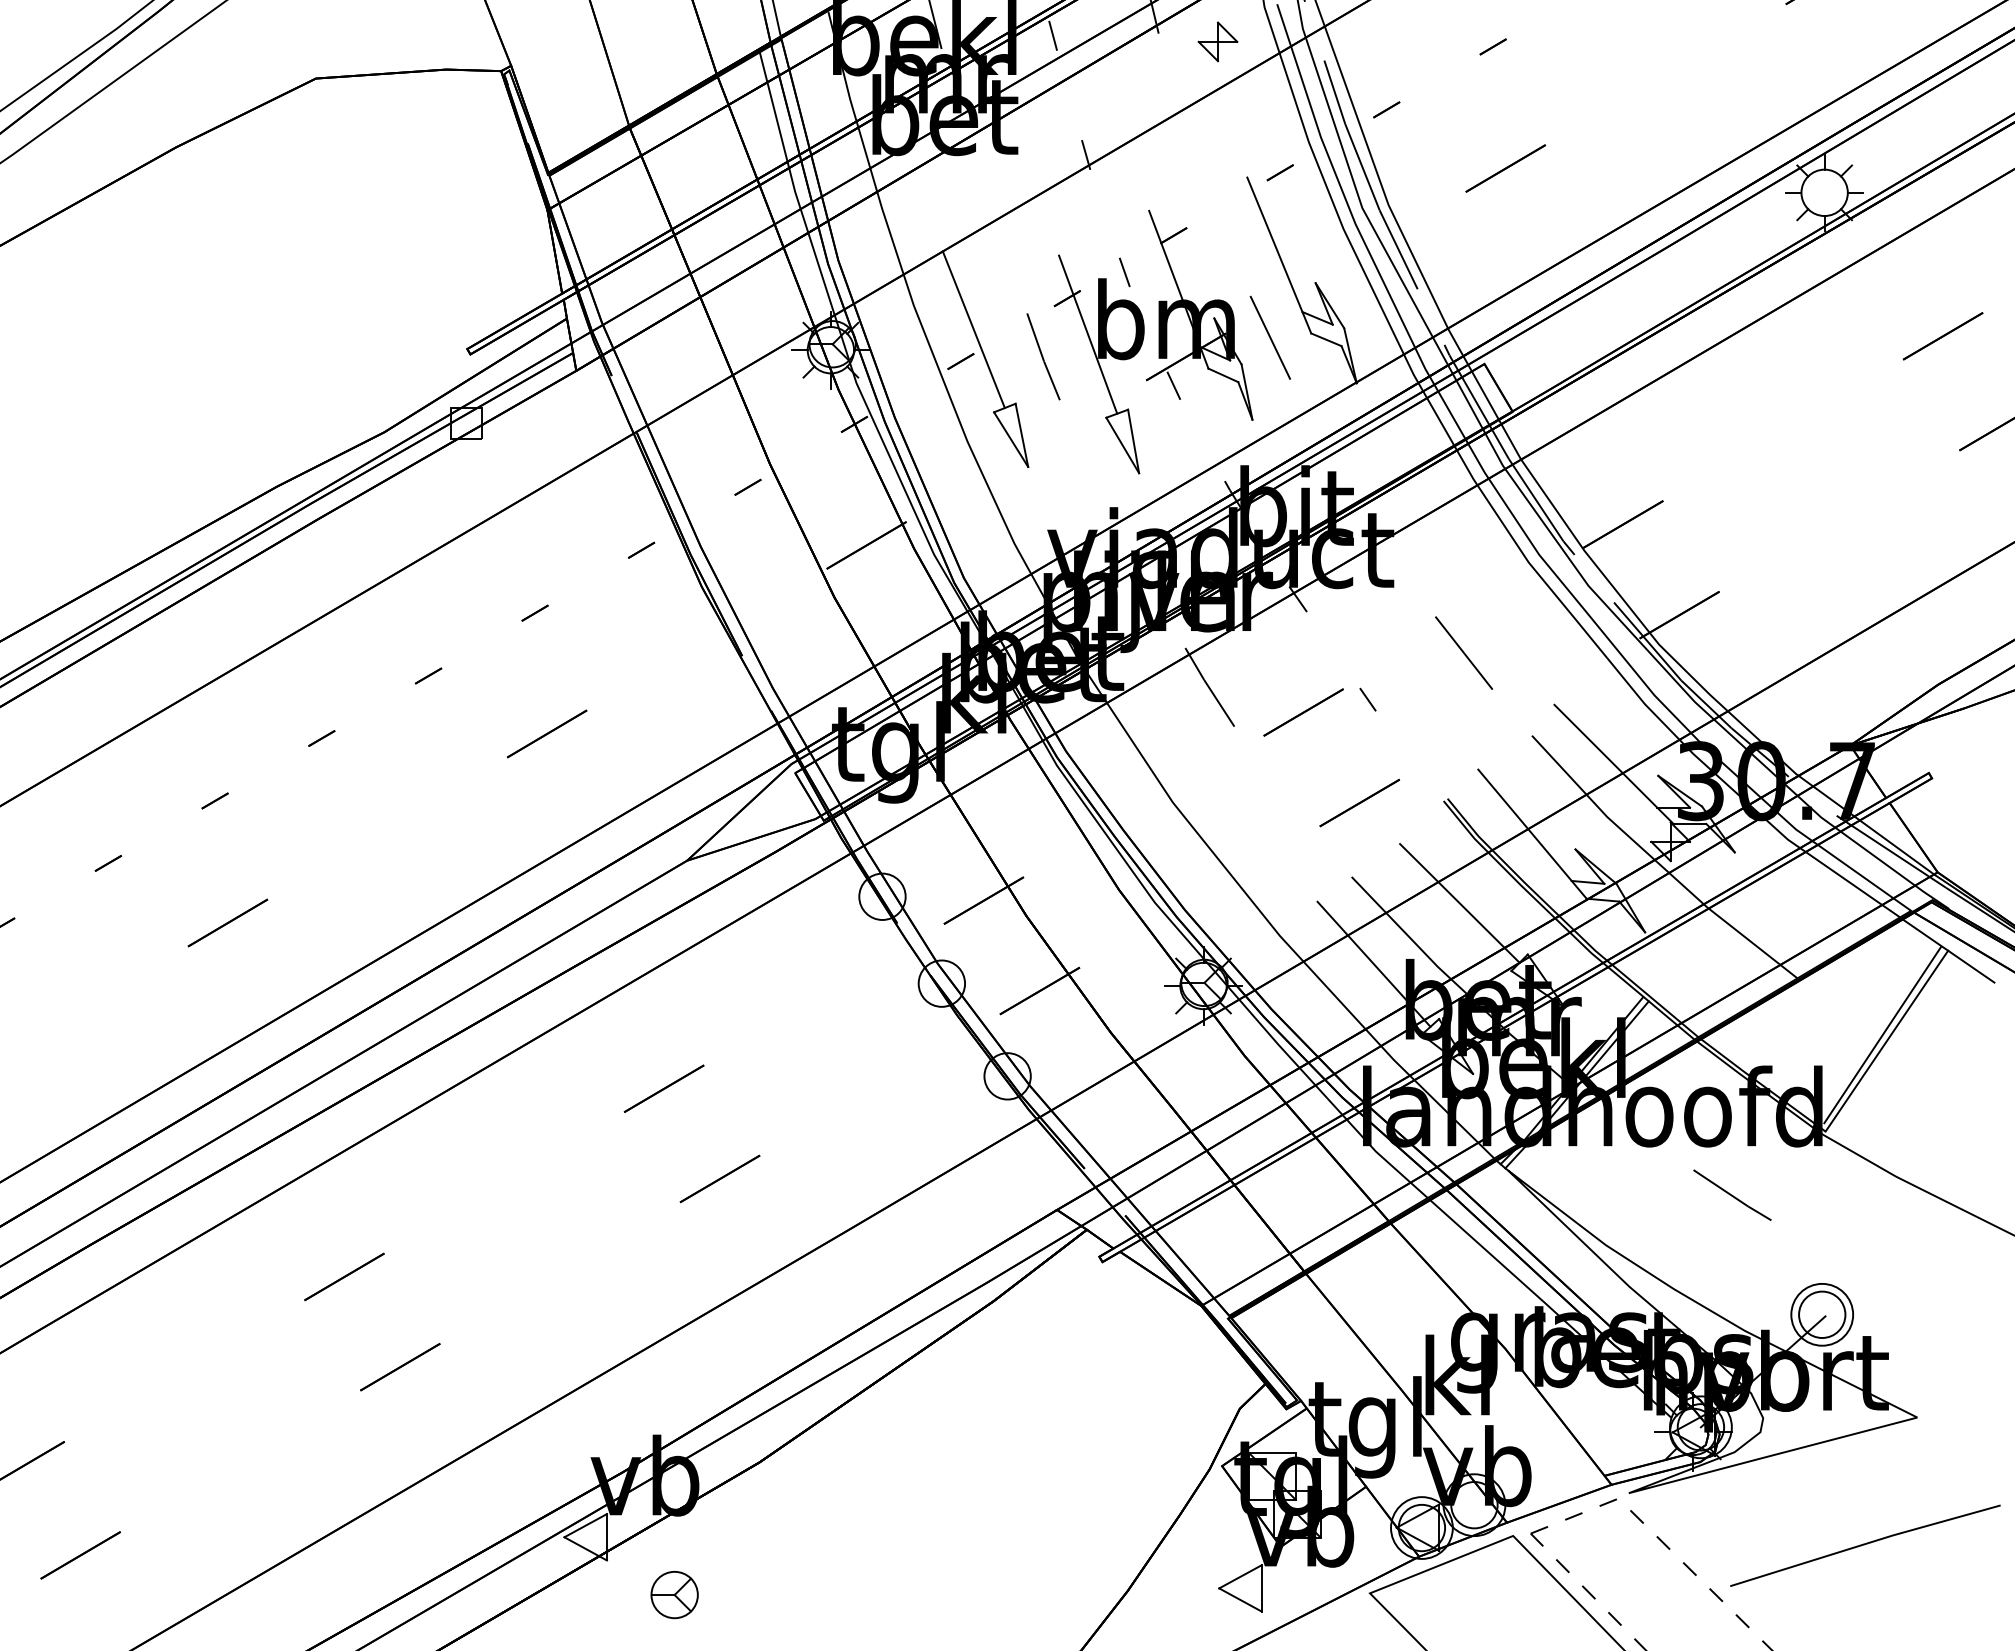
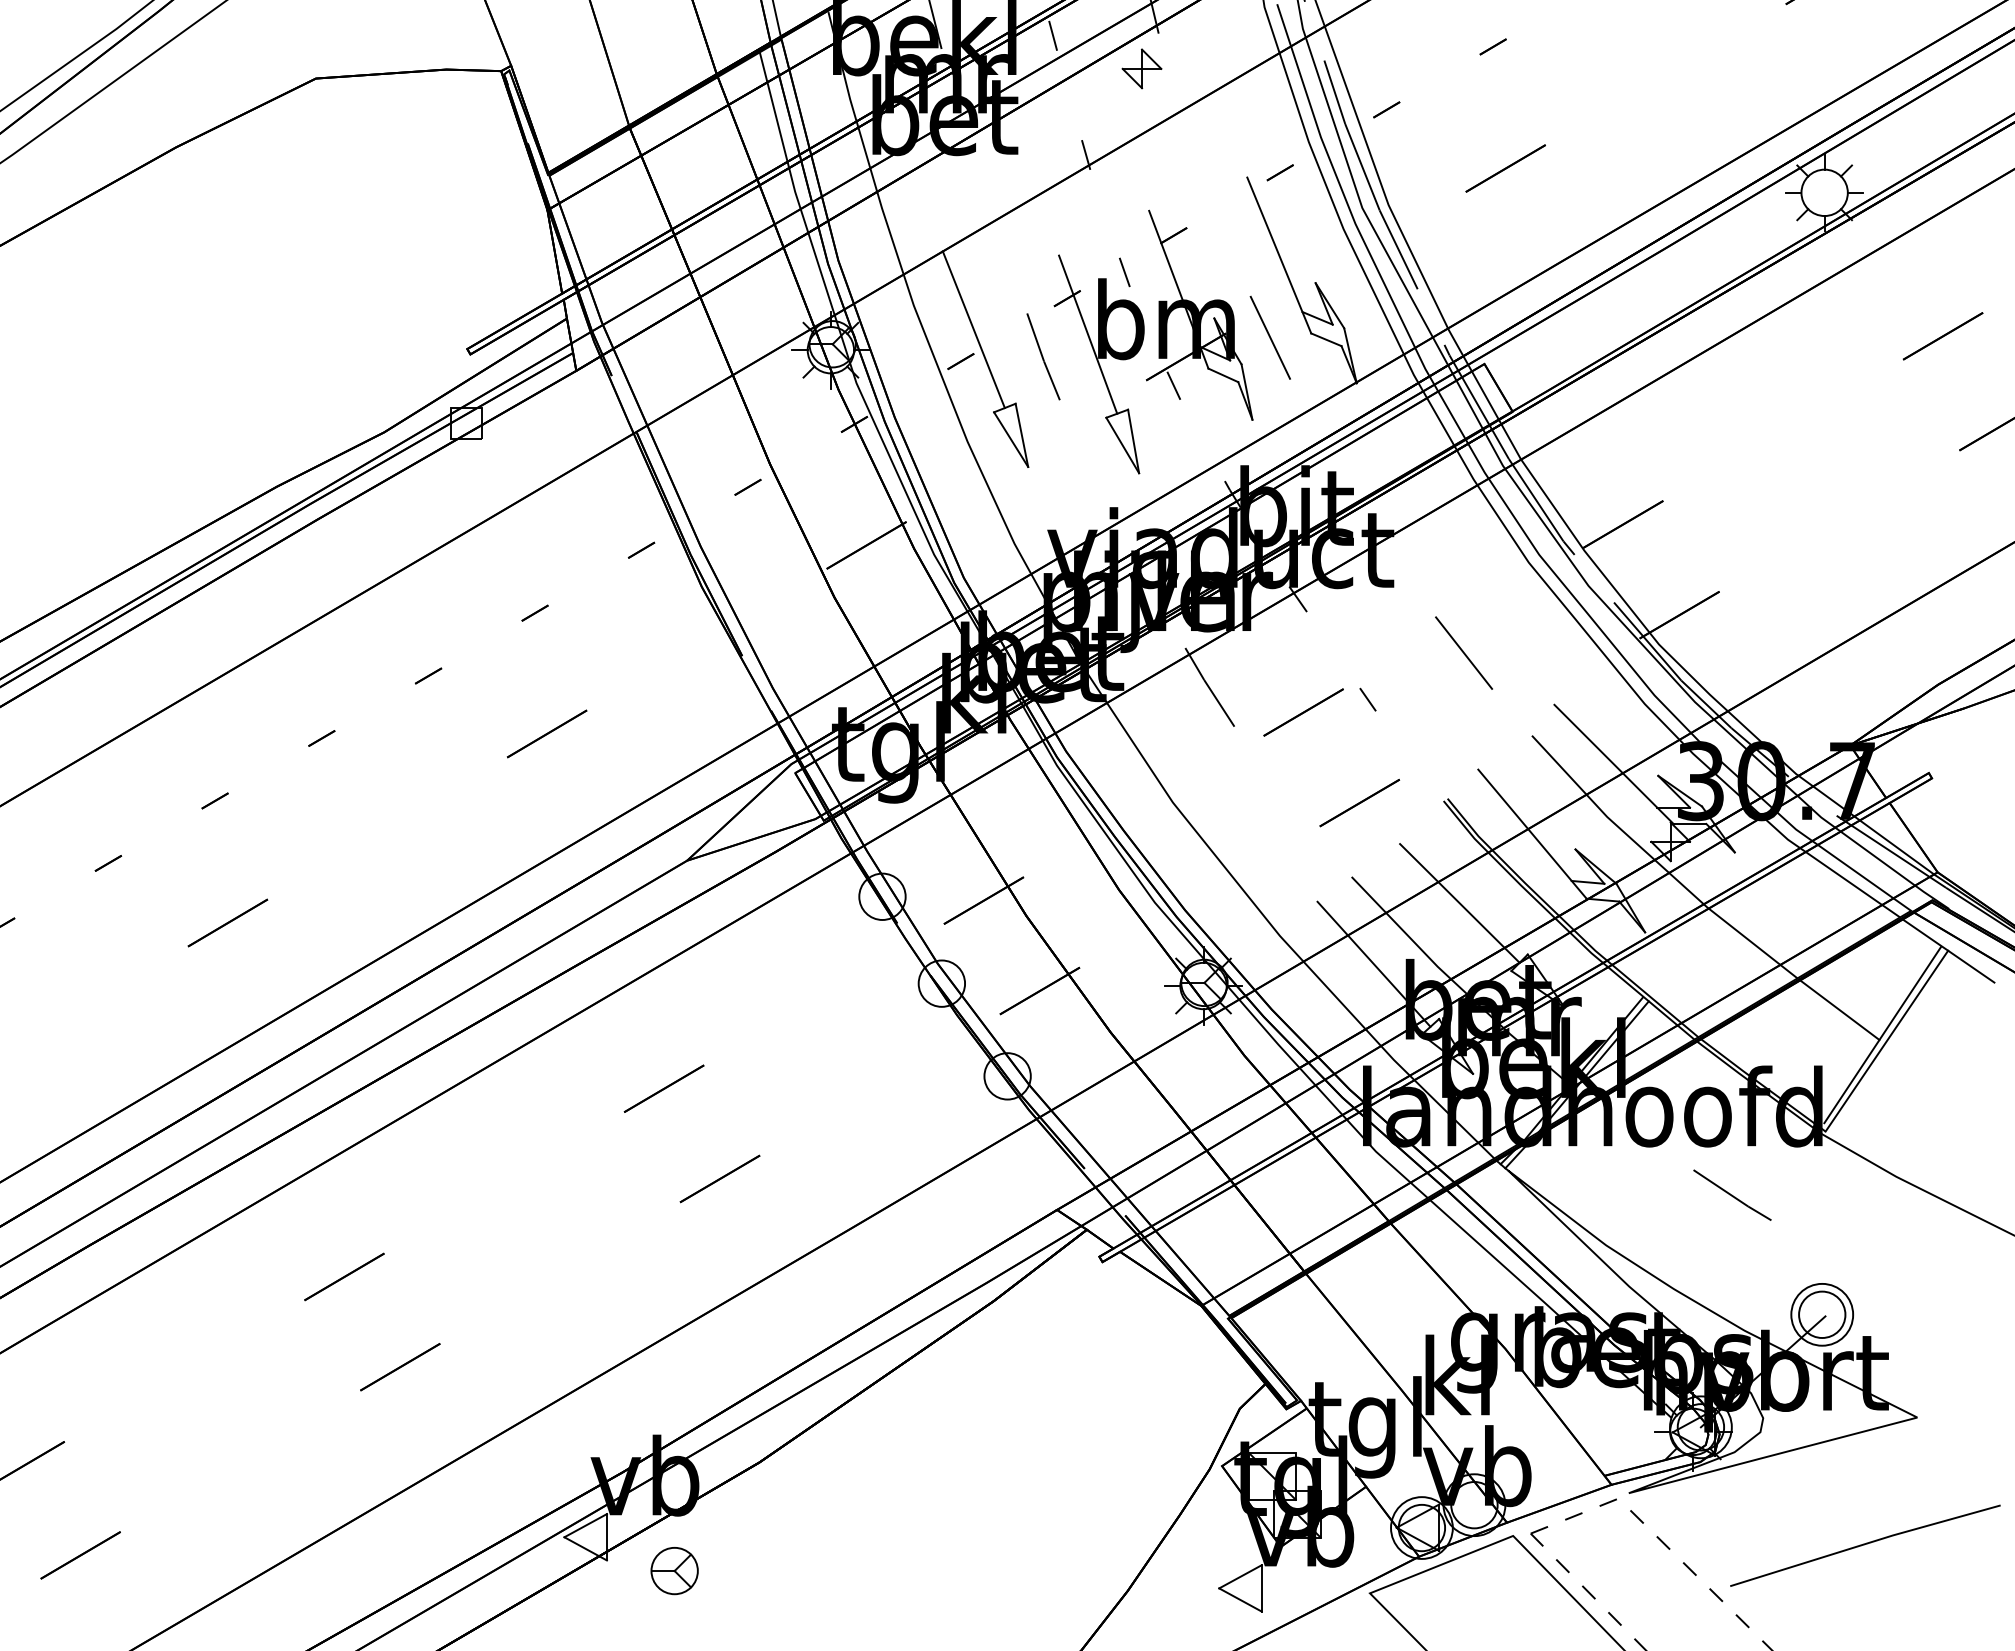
part at (1217, 41) position: (1217, 41) -> (1141, 68)
line at (1839, 1010): none -> present
part at (674, 1595) position: (674, 1595) -> (674, 1571)
